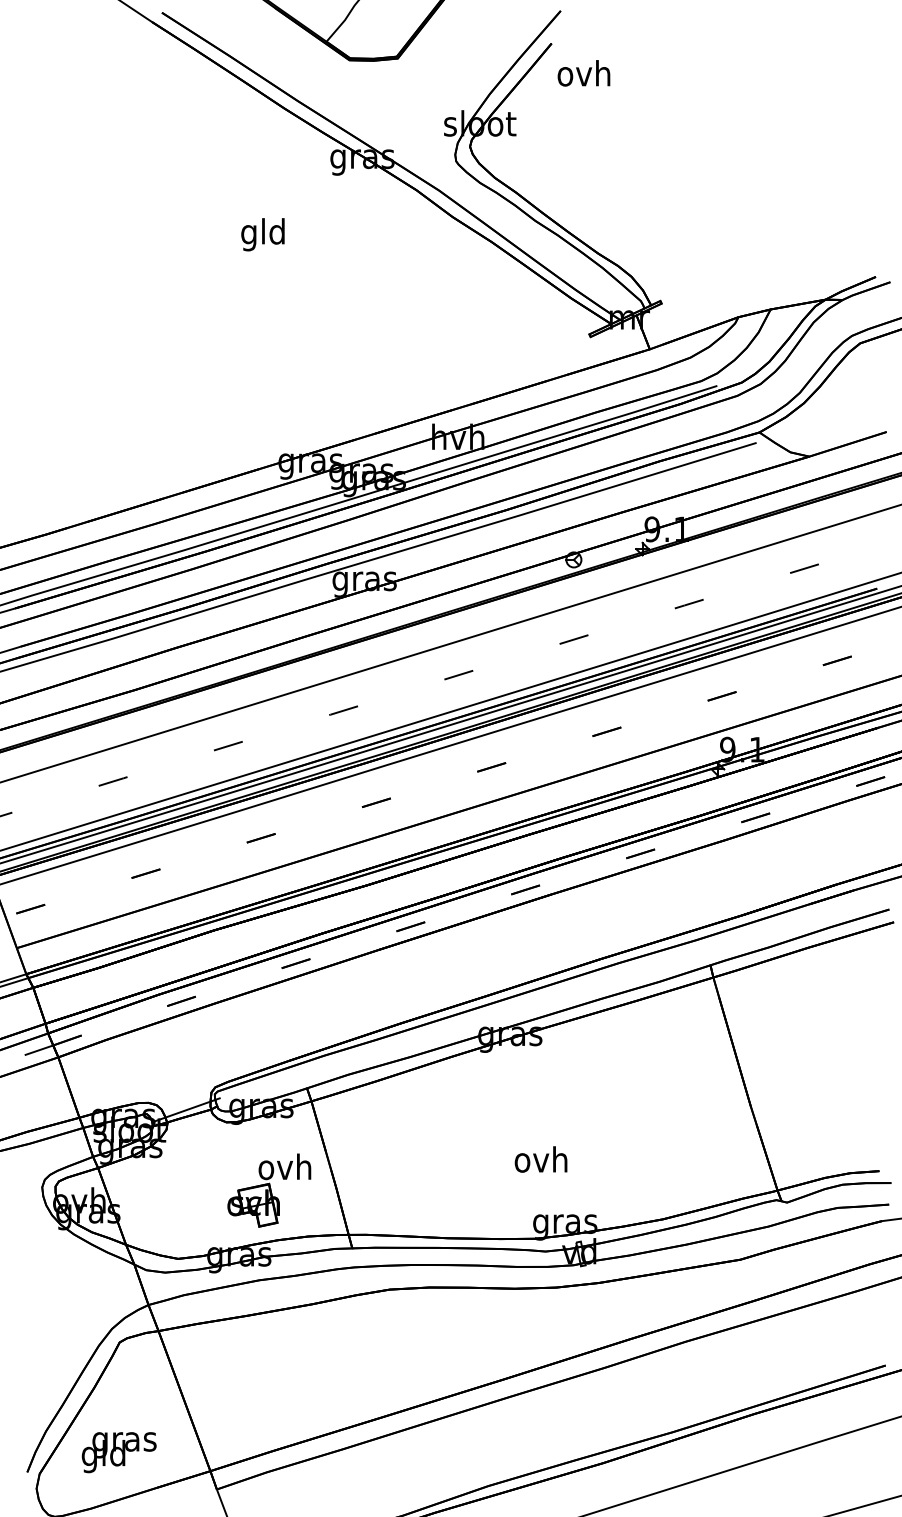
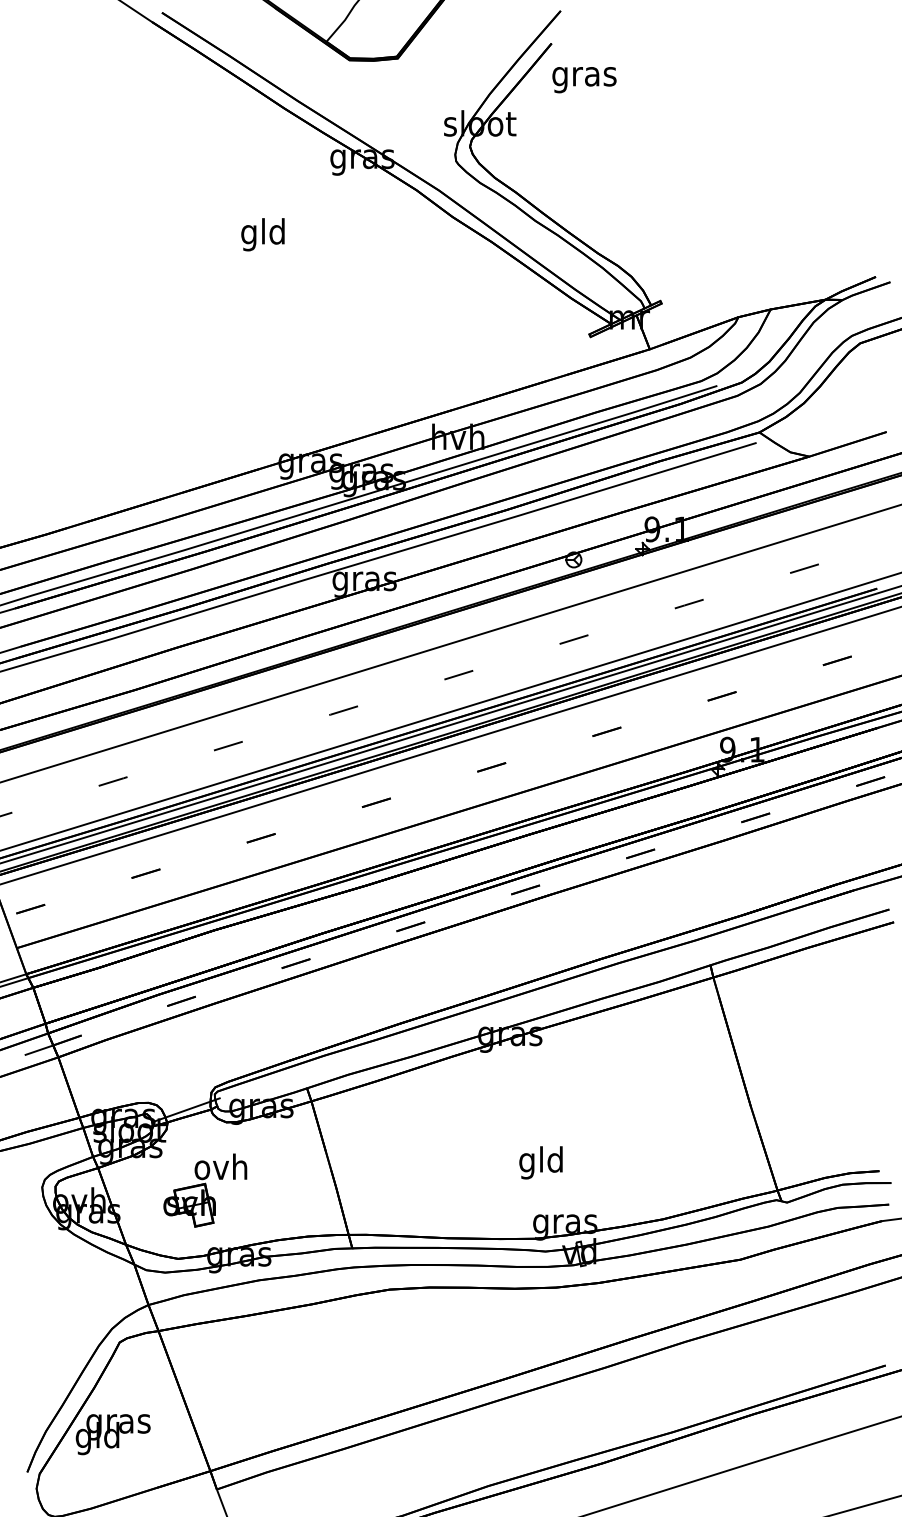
text at (584, 76): ovh -> gras
text at (540, 1162): ovh -> gld
part at (269, 1190) position: (269, 1190) -> (205, 1190)
text at (118, 1452) position: (118, 1452) -> (112, 1434)
